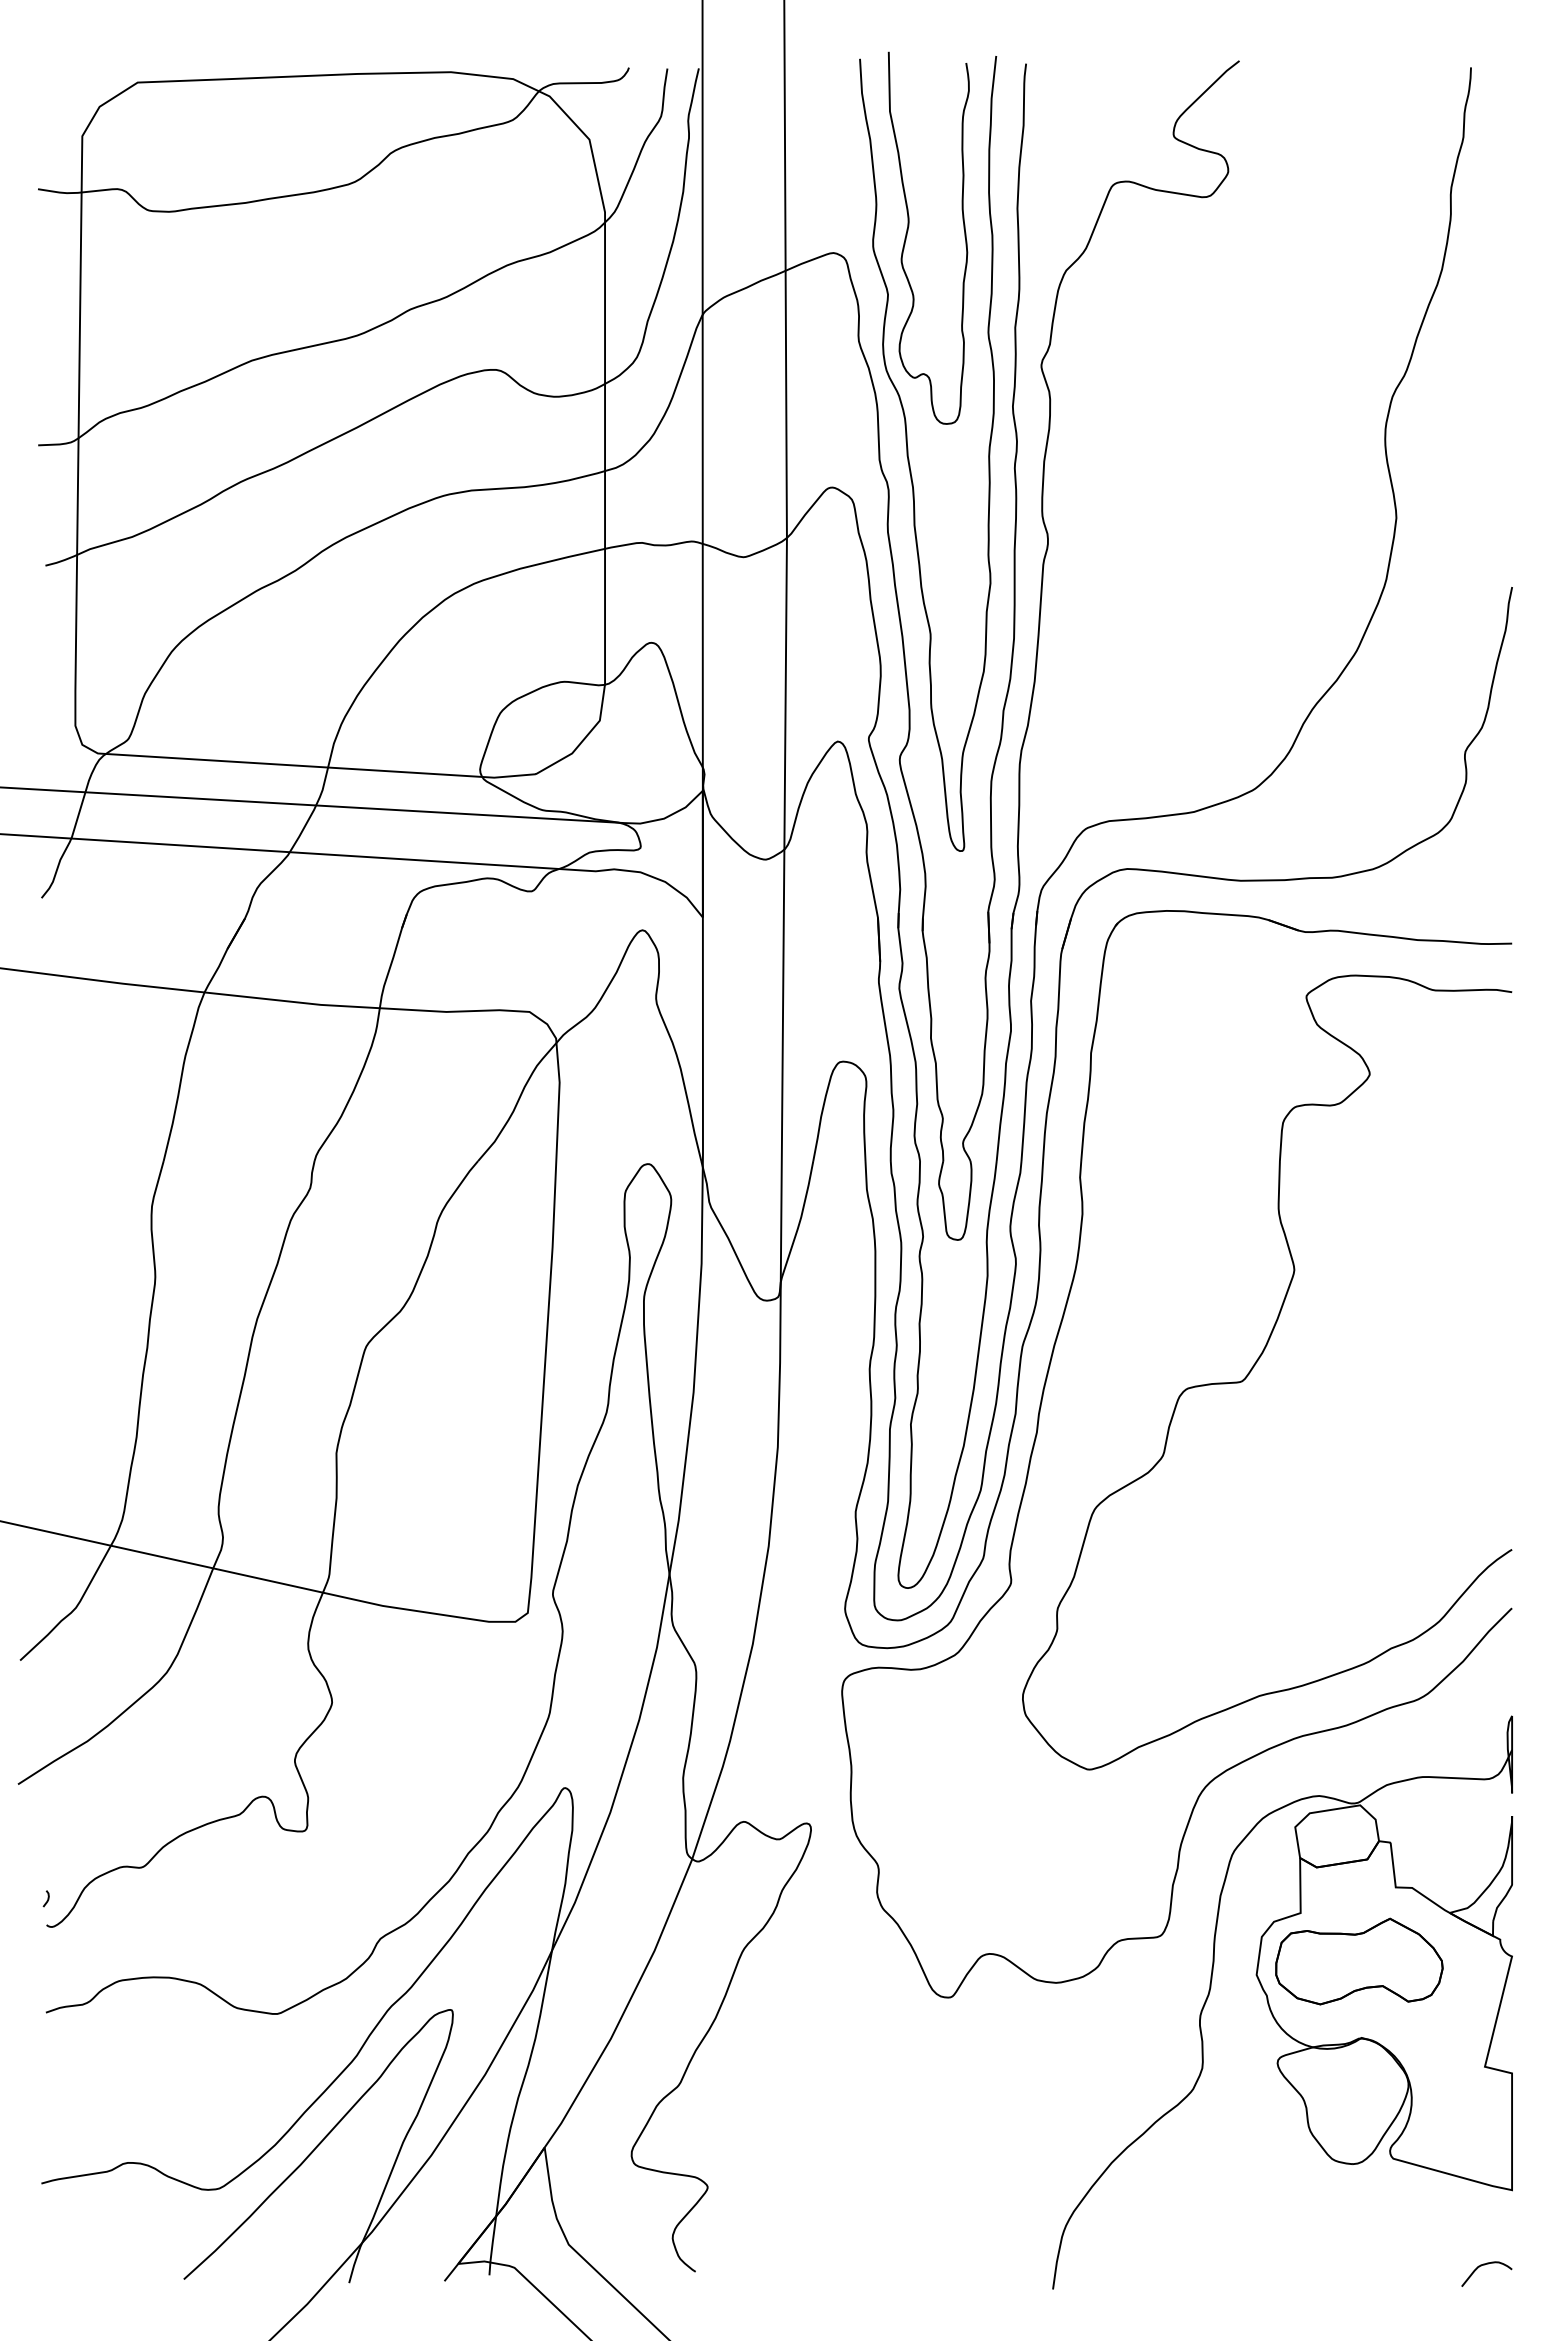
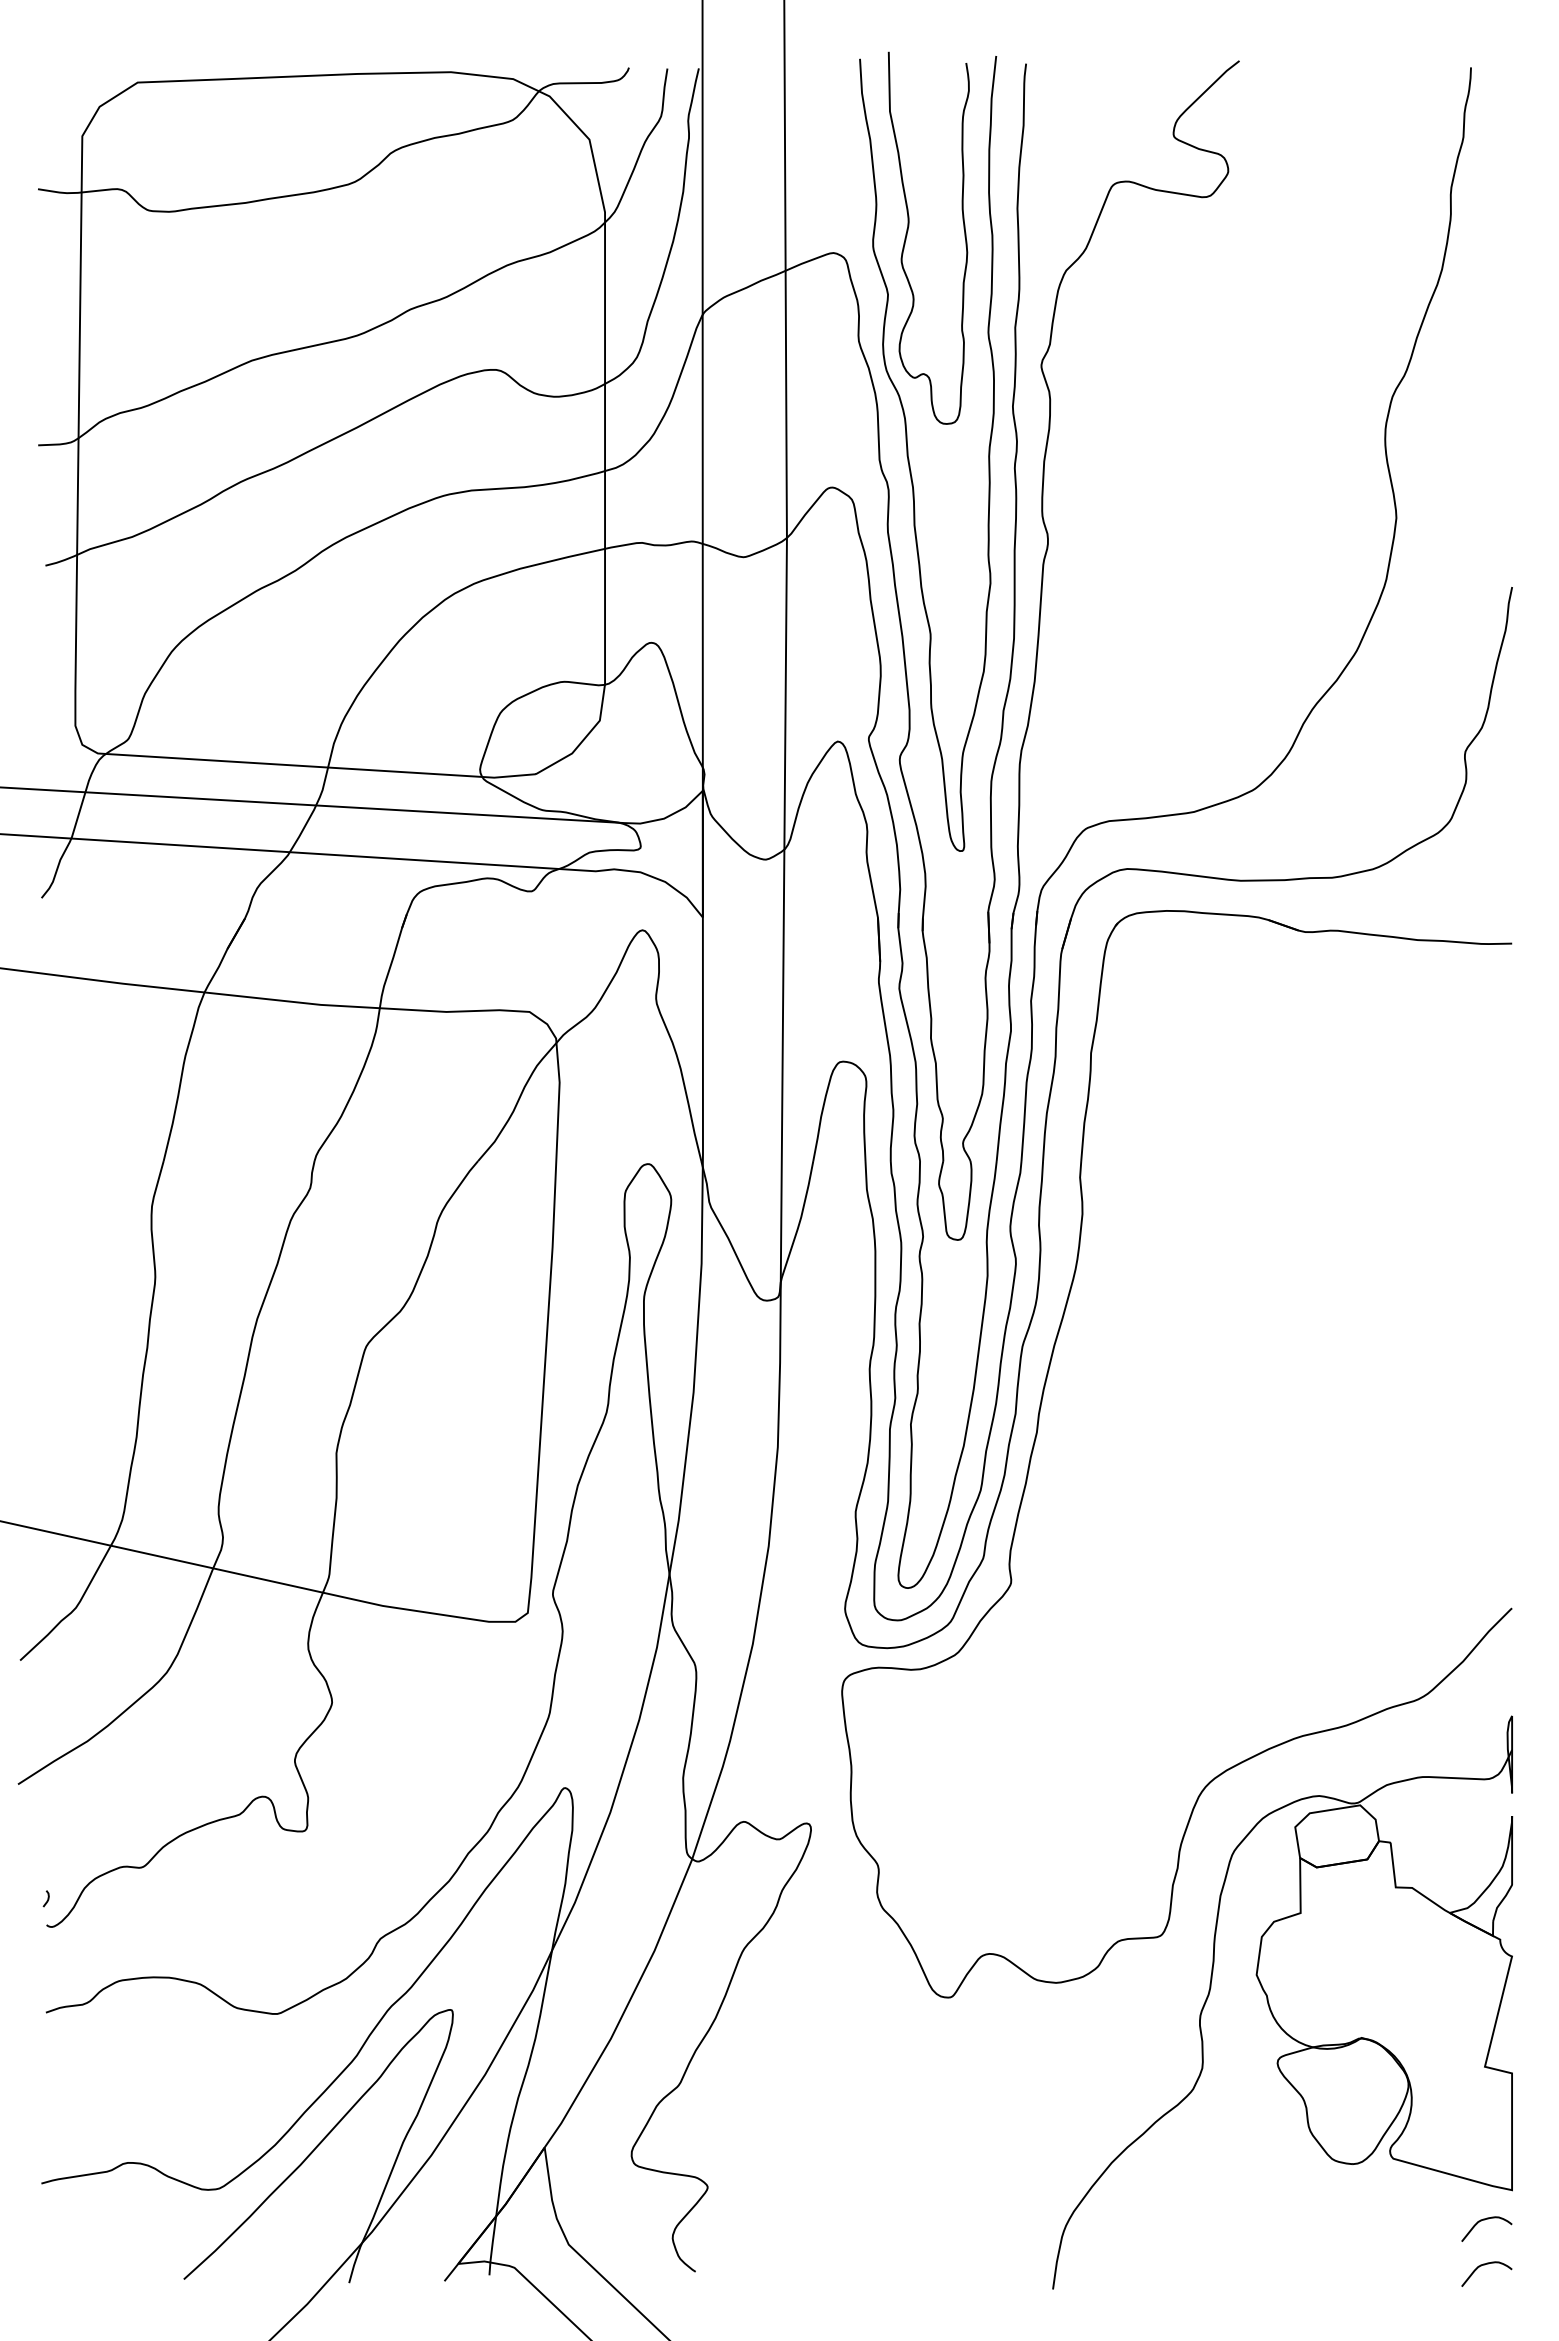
part at (1255, 1365): present -> none
part at (1359, 1961): present -> none
curve at (1485, 2220): none -> present
